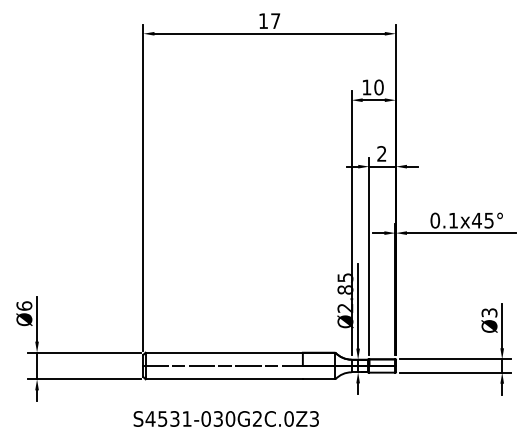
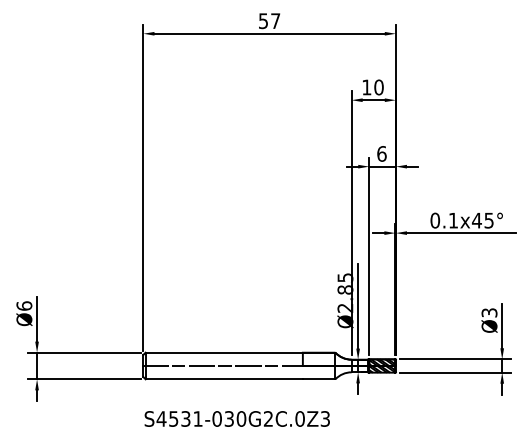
text at (263, 21): 17 -> 57
text at (381, 153): 2 -> 6
hatch at (382, 365): none -> present
text at (225, 418) position: (225, 418) -> (236, 418)
